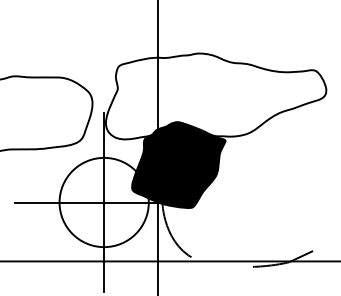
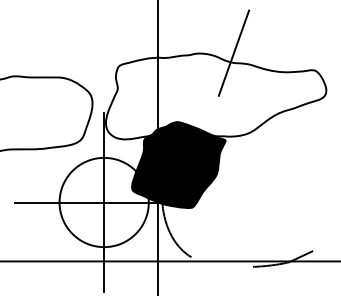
line at (233, 52): none -> present
